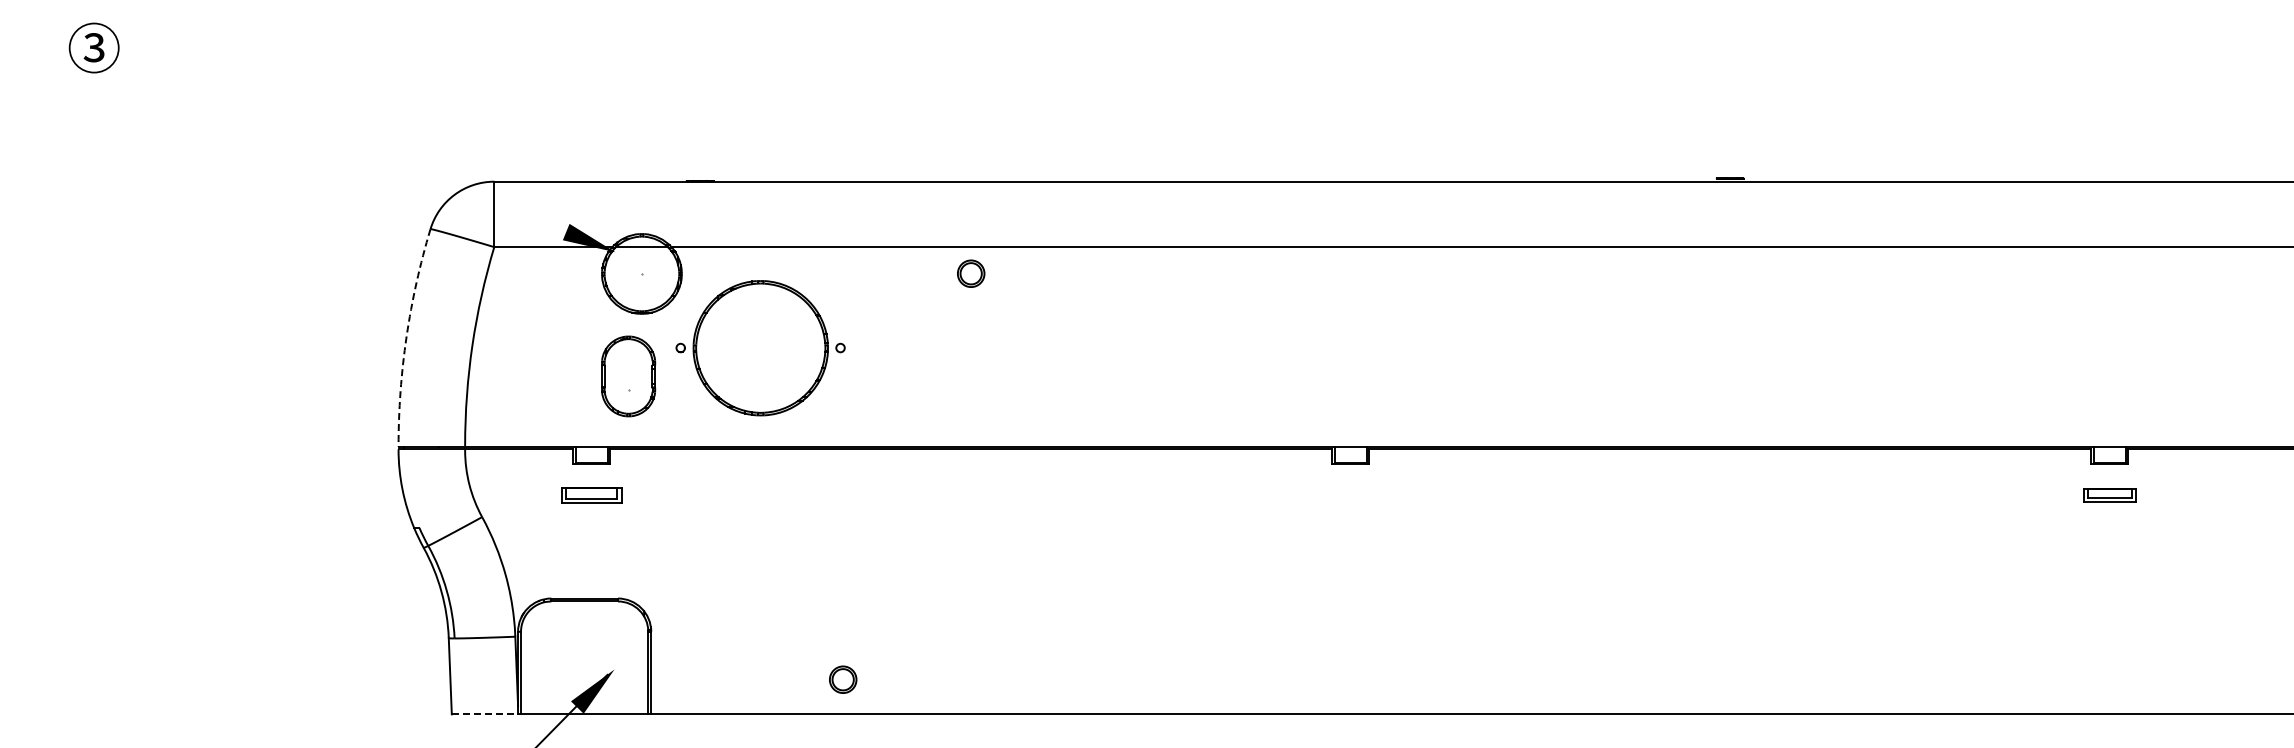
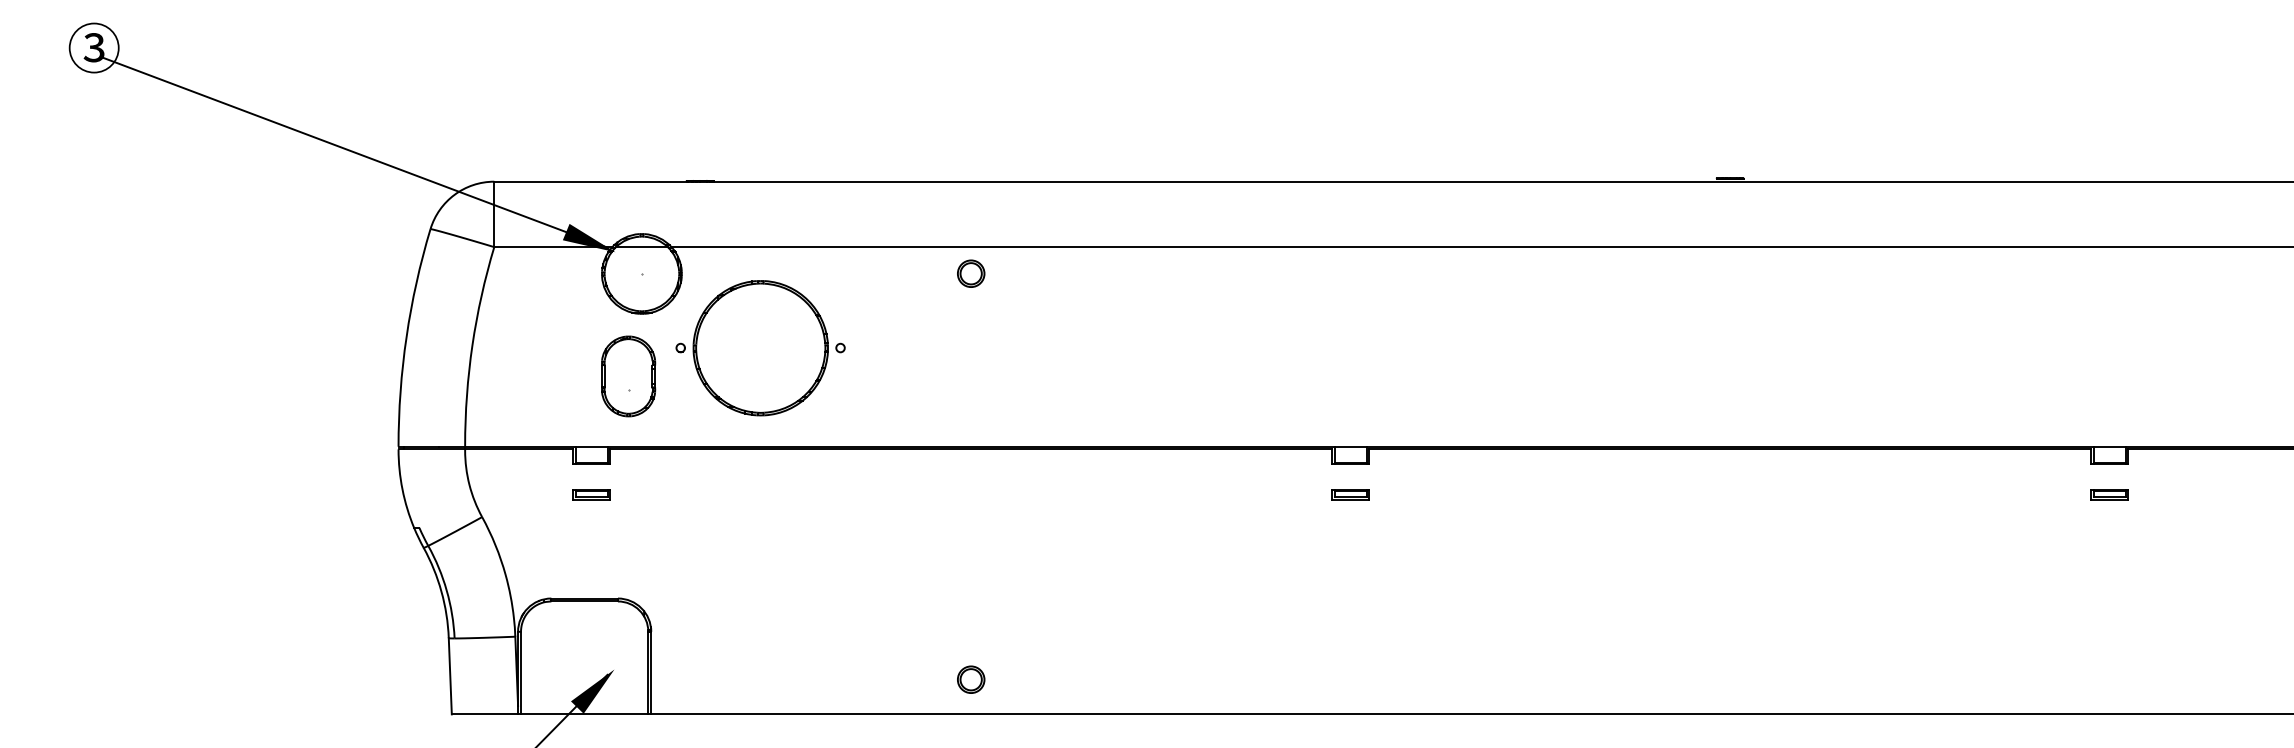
line at (355, 152): none -> present
arc at (406, 336): dashed -> solid
part at (1350, 494): none -> present
part at (591, 495) size: 62x17 px -> 39x12 px
part at (2109, 495) size: 54x15 px -> 39x12 px
part at (843, 679) position: (843, 679) -> (971, 679)
line at (485, 714): dashed -> solid
